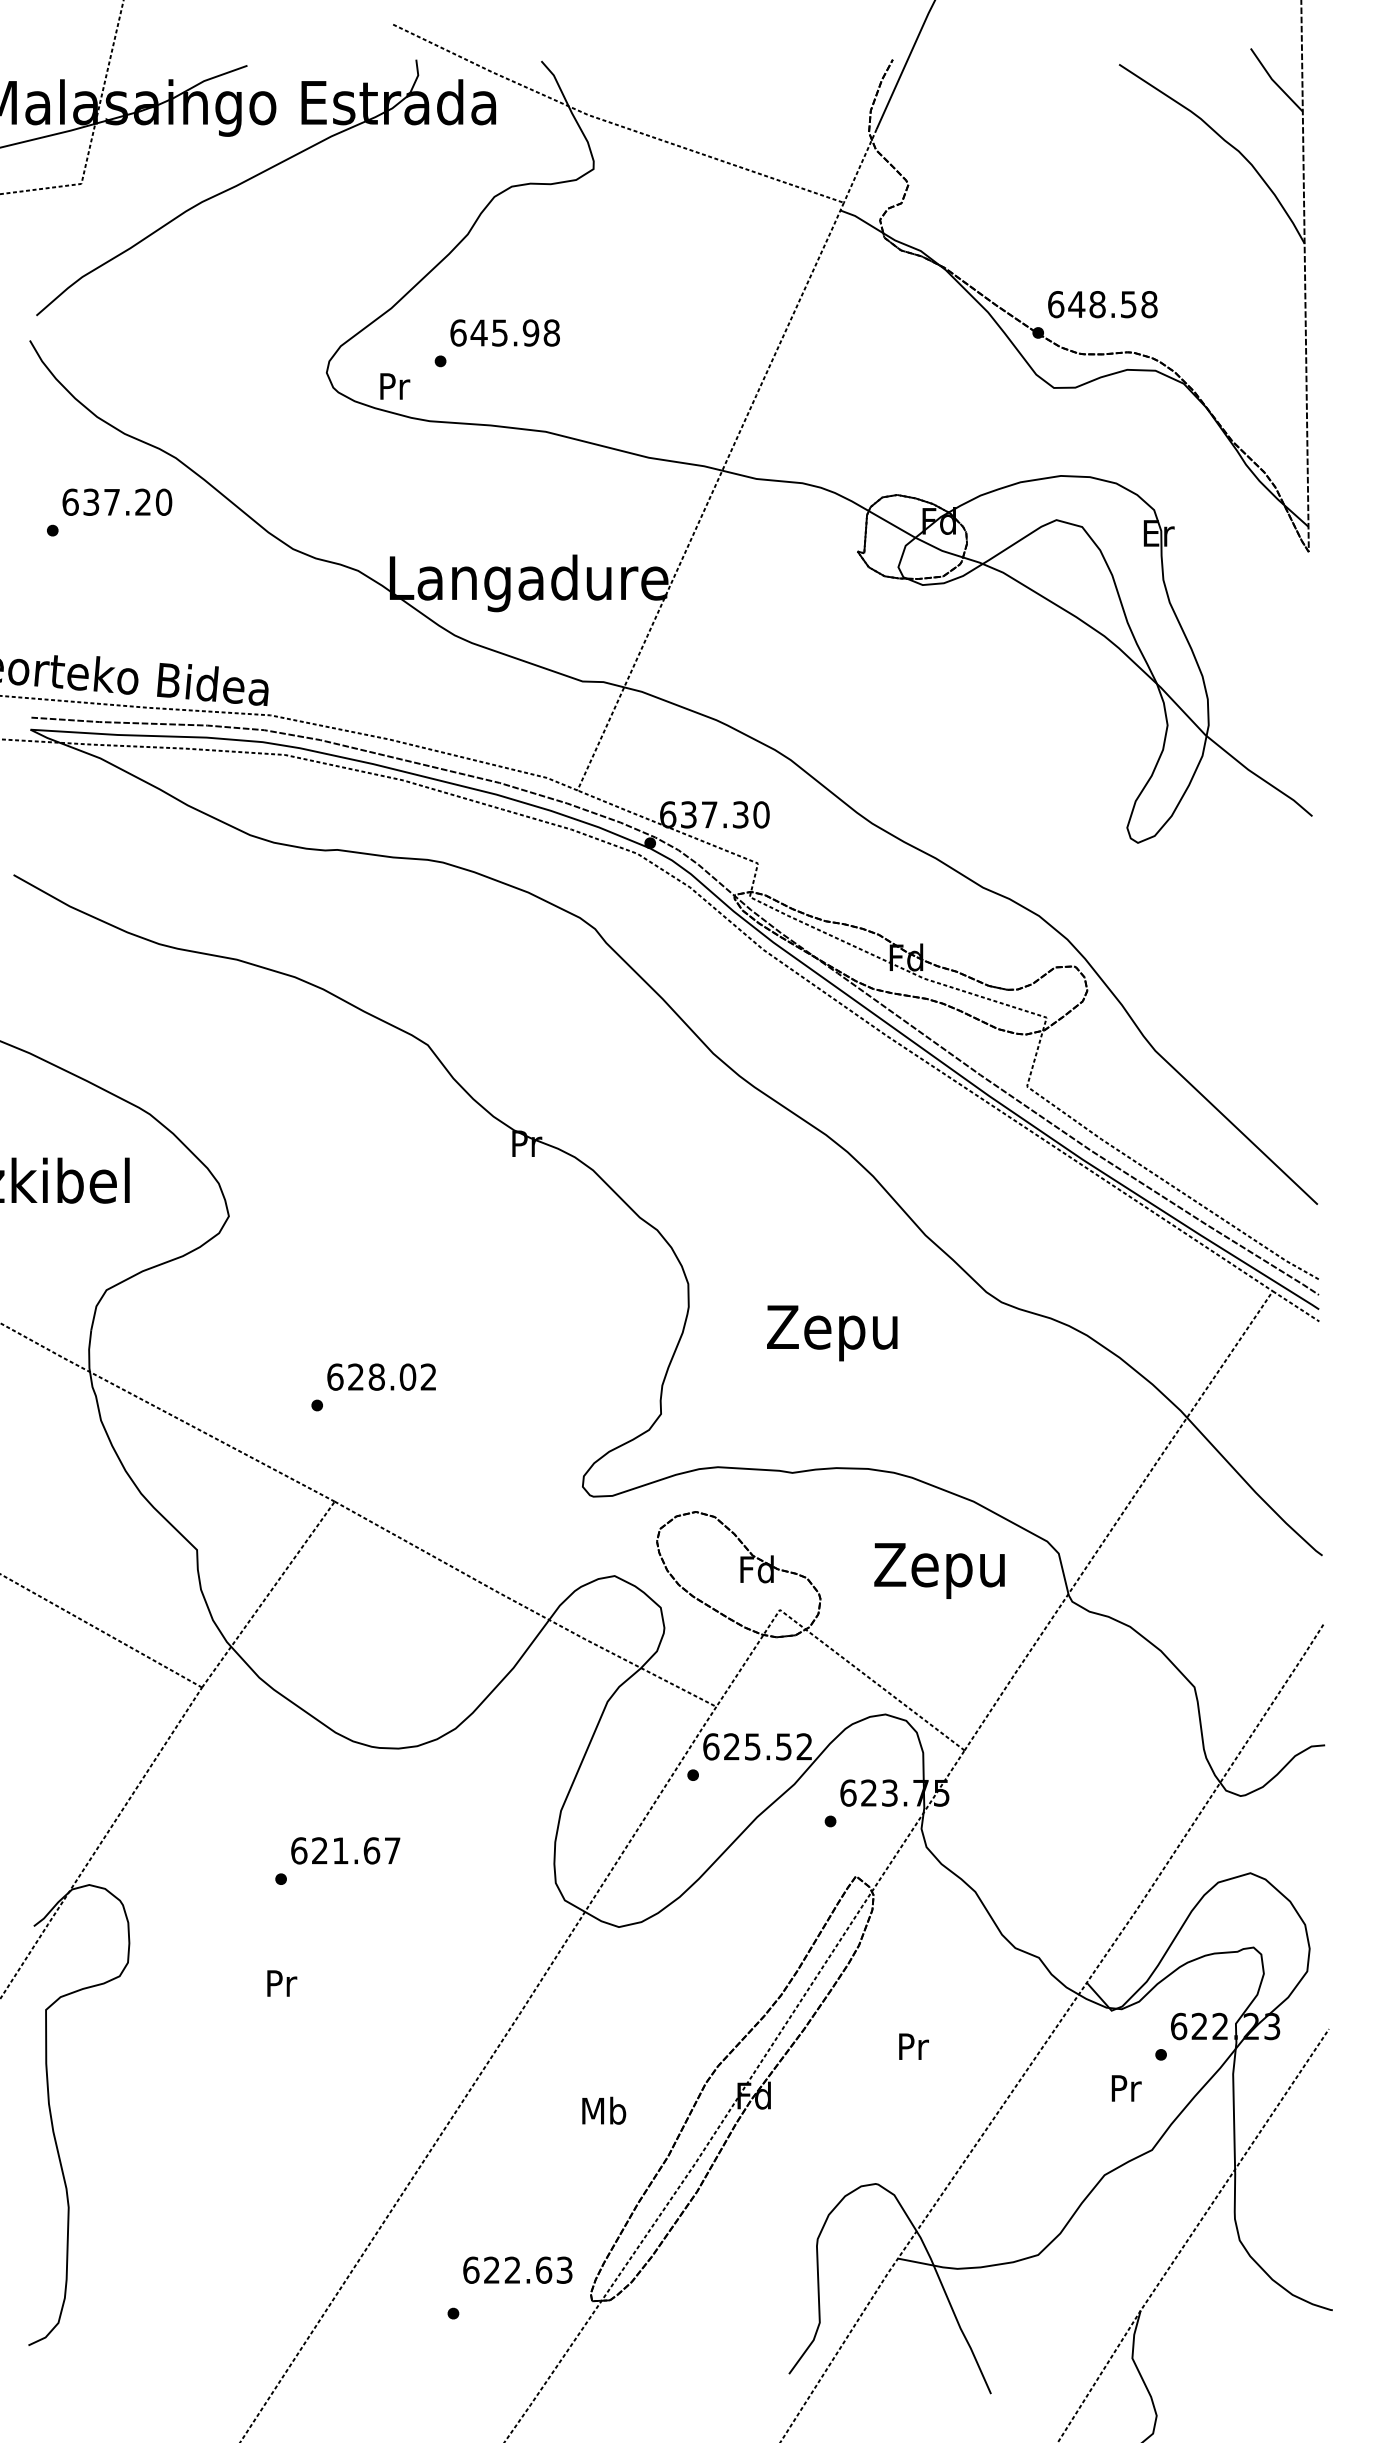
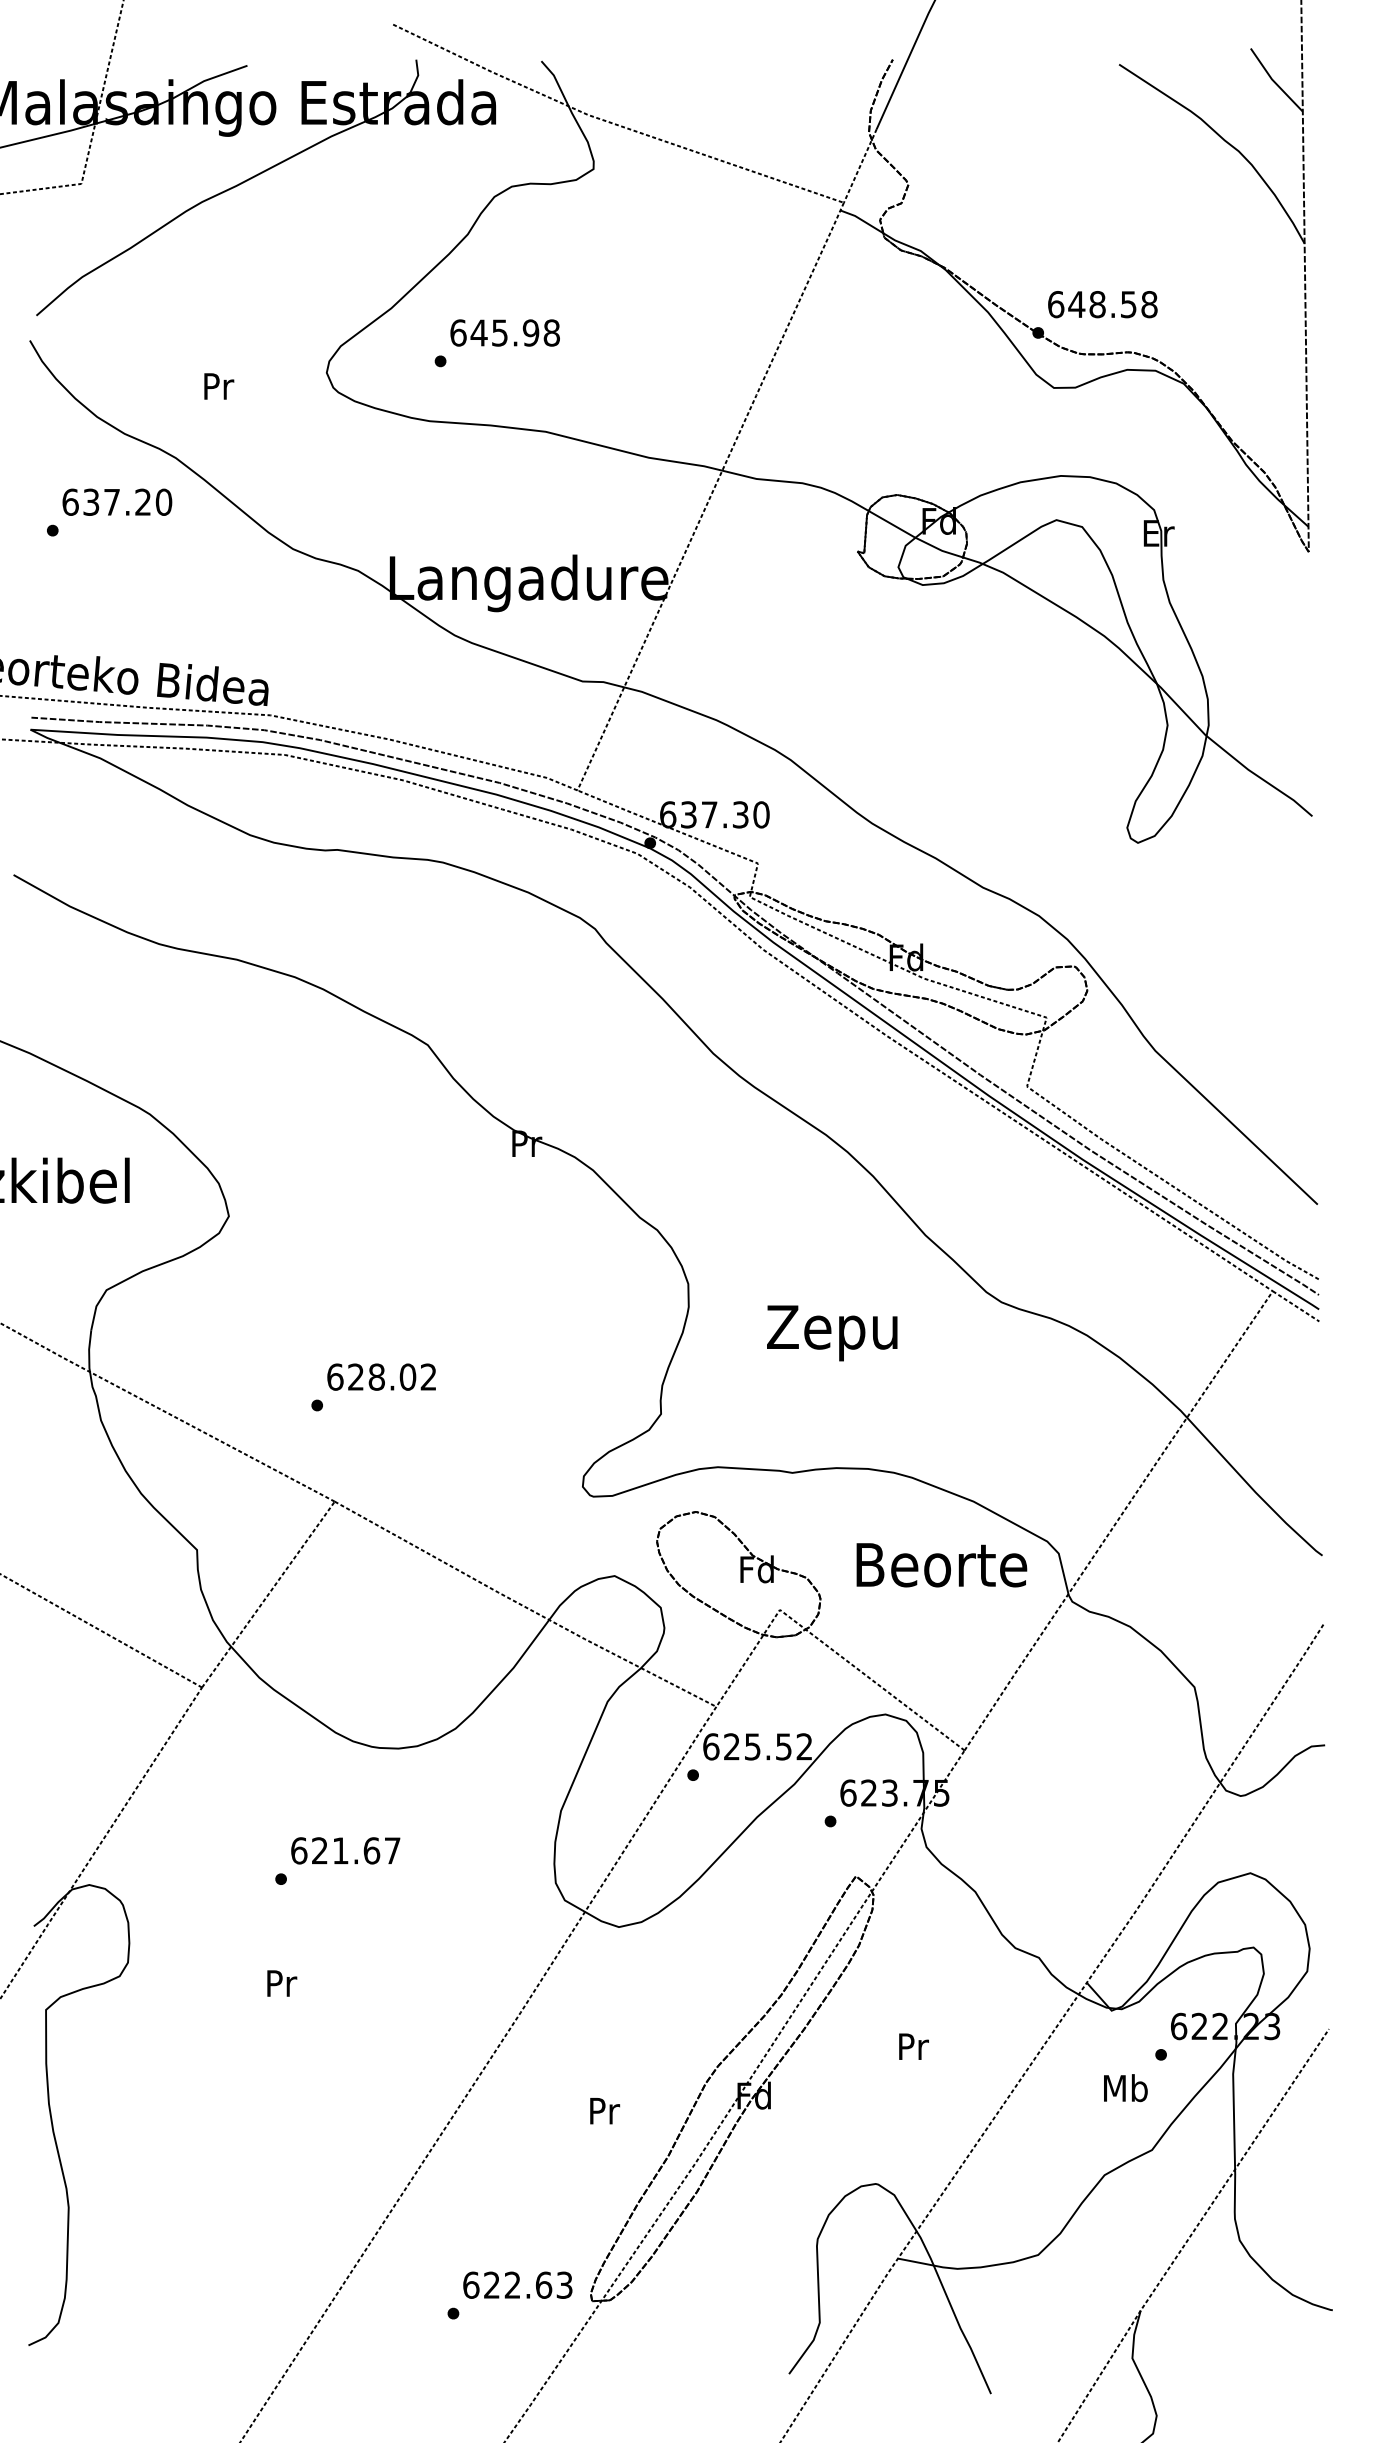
text at (395, 386) position: (395, 386) -> (219, 386)
text at (941, 1570): Zepu -> Beorte
text at (1125, 2088): Pr -> Mb
text at (604, 2110): Mb -> Pr
text at (517, 2269) position: (517, 2269) -> (517, 2284)
